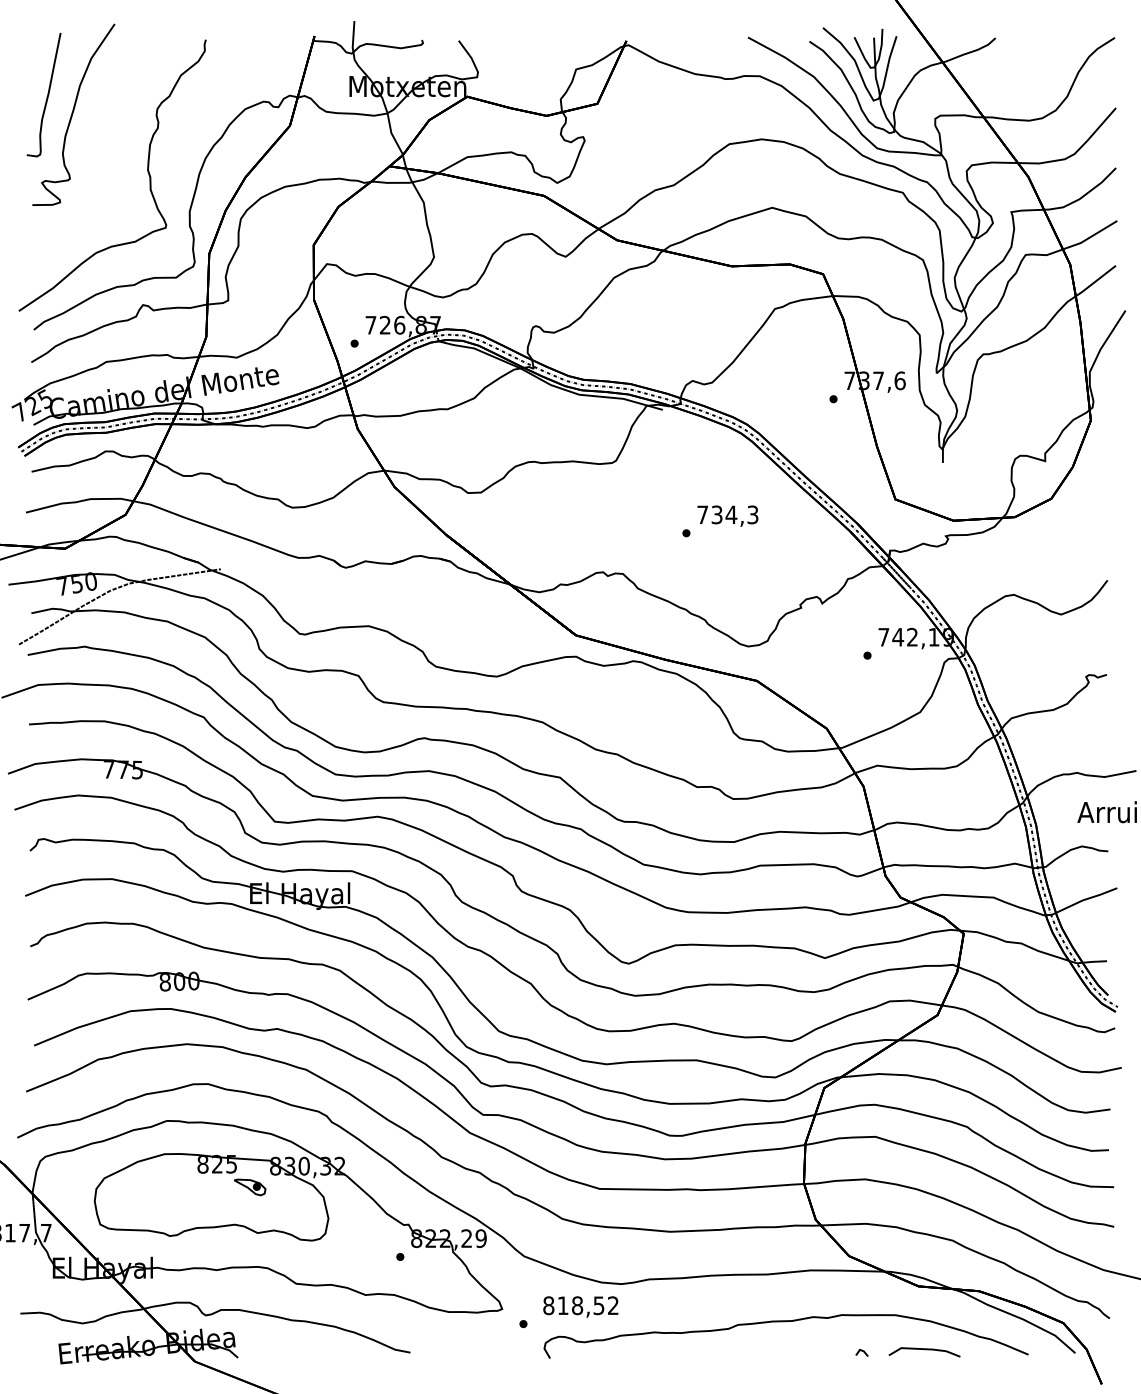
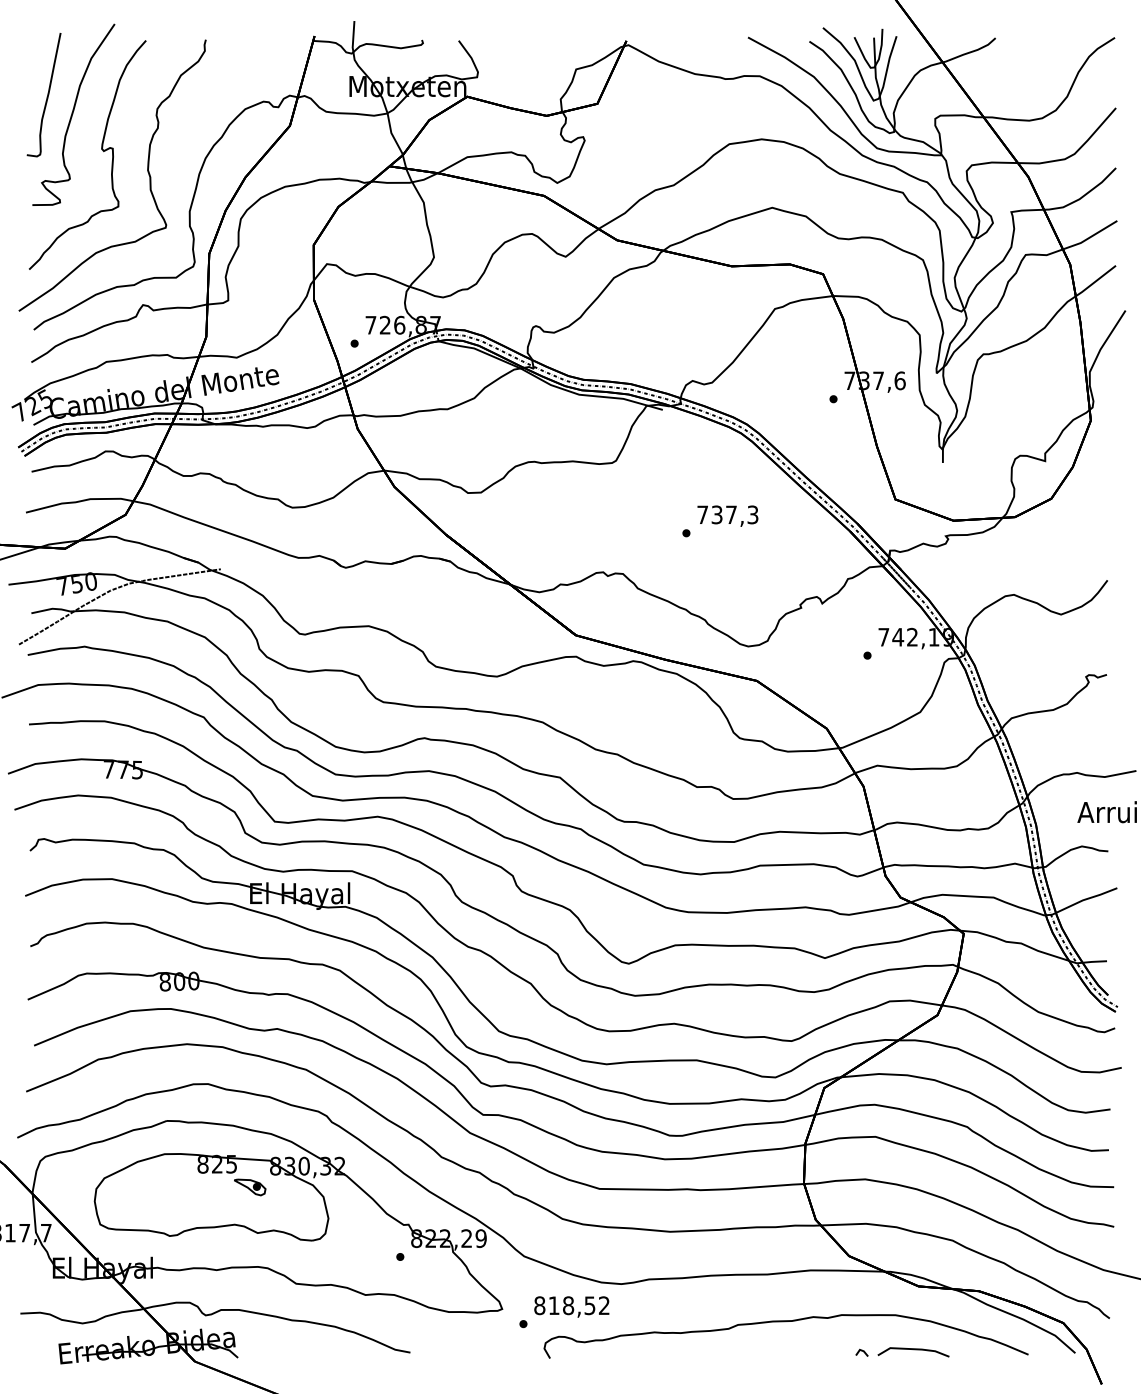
curve at (101, 149): none -> present
text at (731, 514): 734,3 -> 737,3
text at (580, 1306) position: (580, 1306) -> (571, 1306)
line at (924, 1350) position: (924, 1350) -> (913, 1350)
